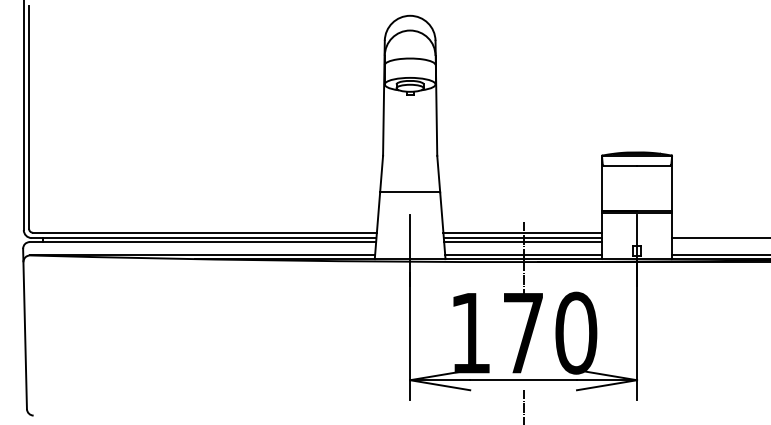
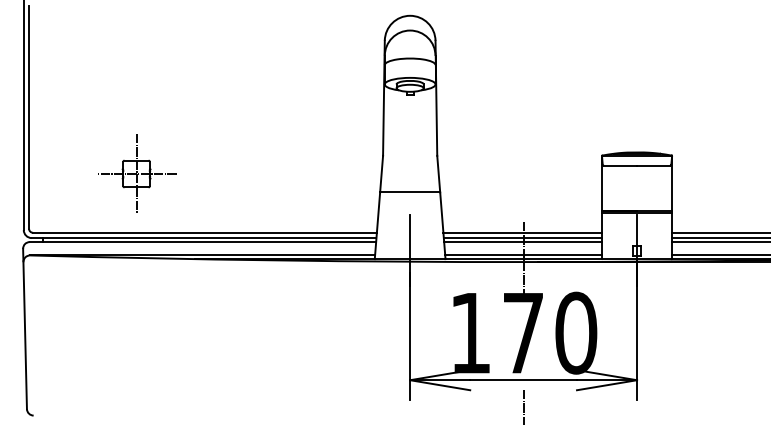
part at (137, 173): none -> present
line at (719, 232): none -> present
line at (719, 242): none -> present
